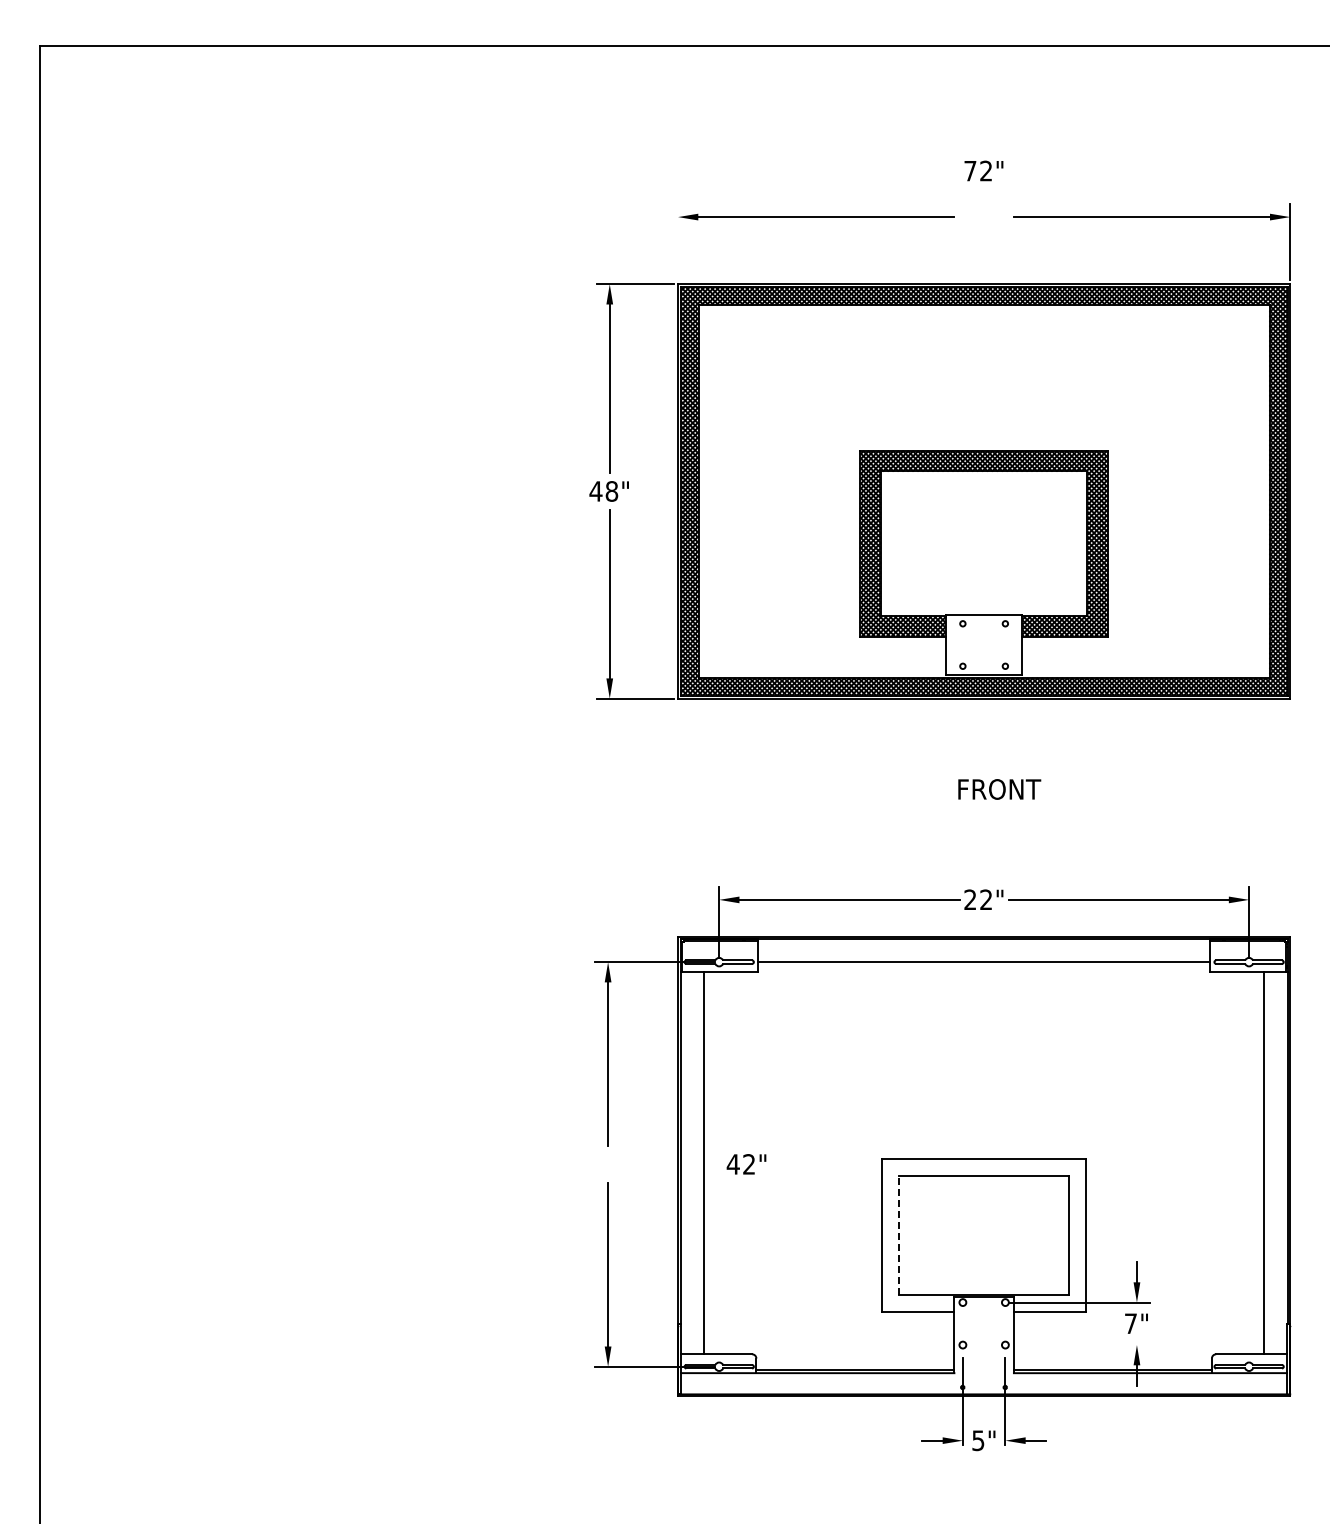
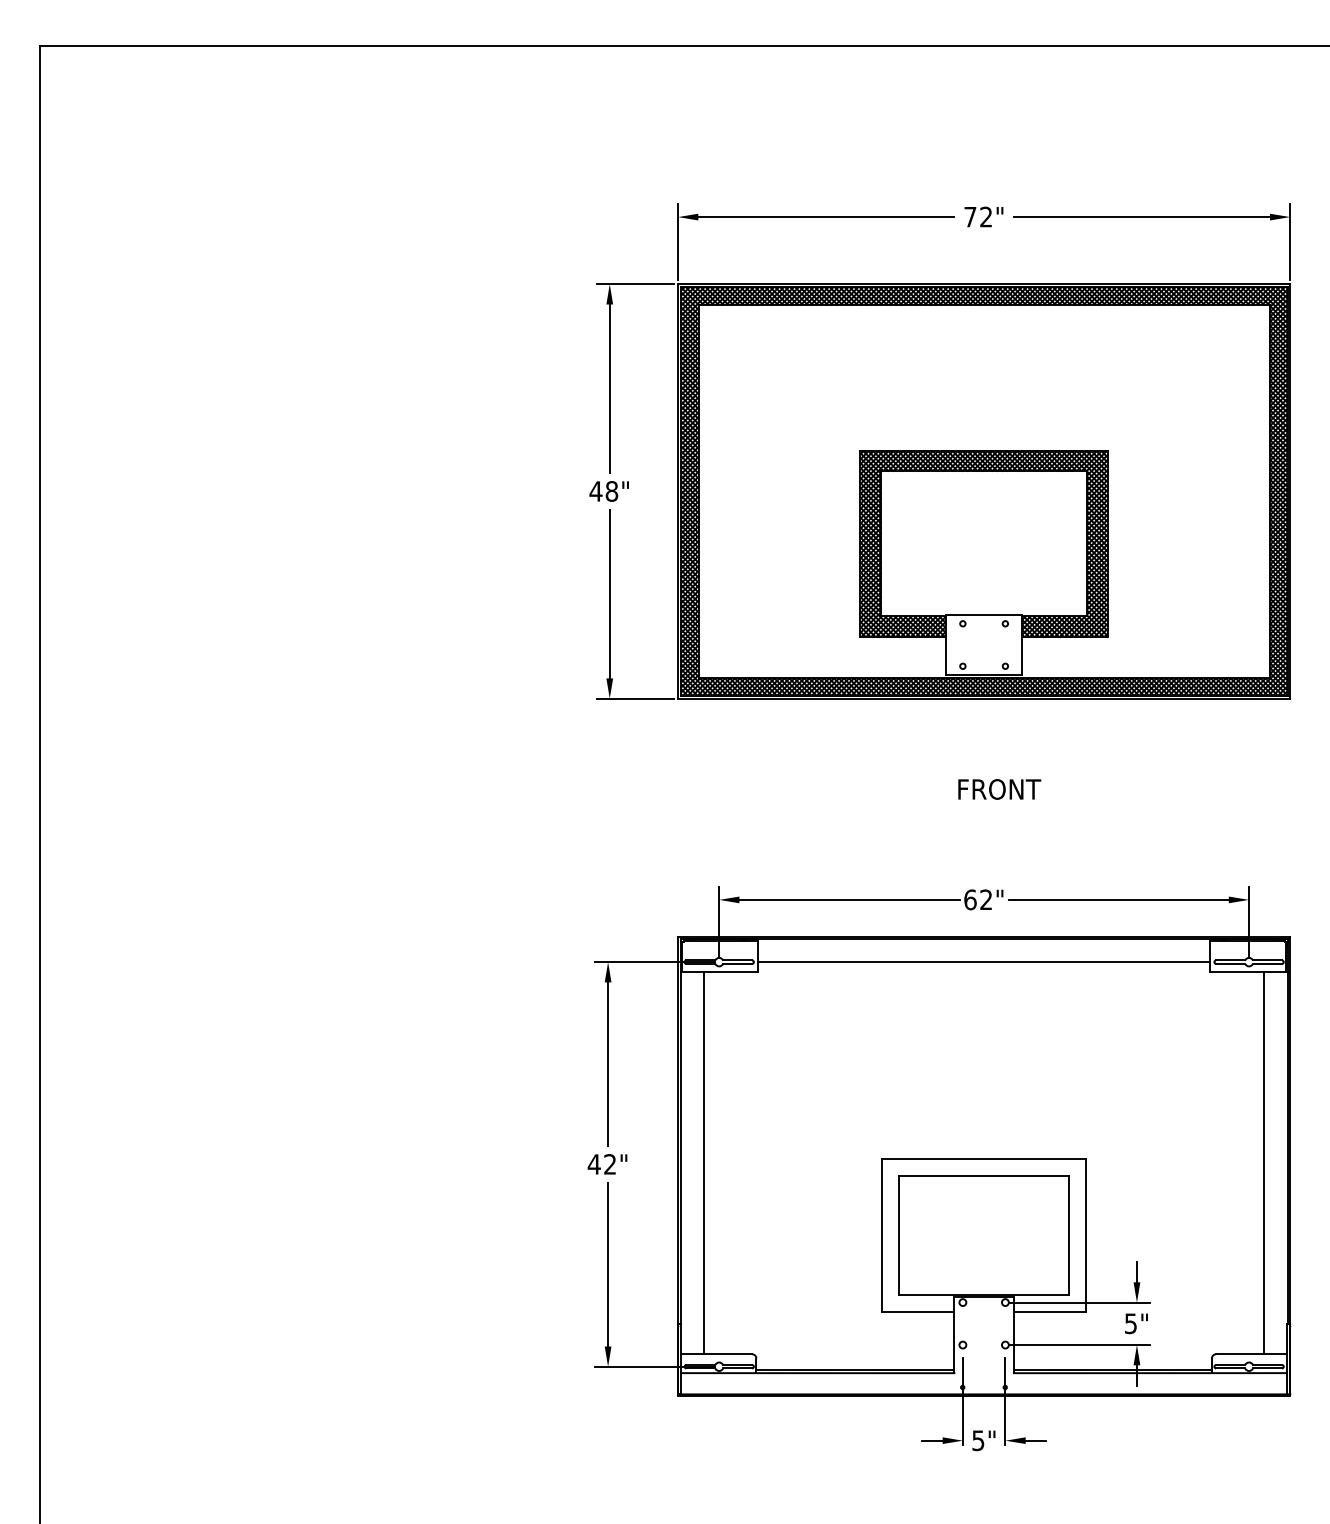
text at (983, 170) position: (983, 170) -> (983, 216)
line at (678, 242): none -> present
text at (970, 899): 22" -> 62"
text at (746, 1164) position: (746, 1164) -> (607, 1164)
line at (899, 1235): dashed -> solid
text at (1130, 1323): 7" -> 5"
line at (1079, 1345): none -> present
